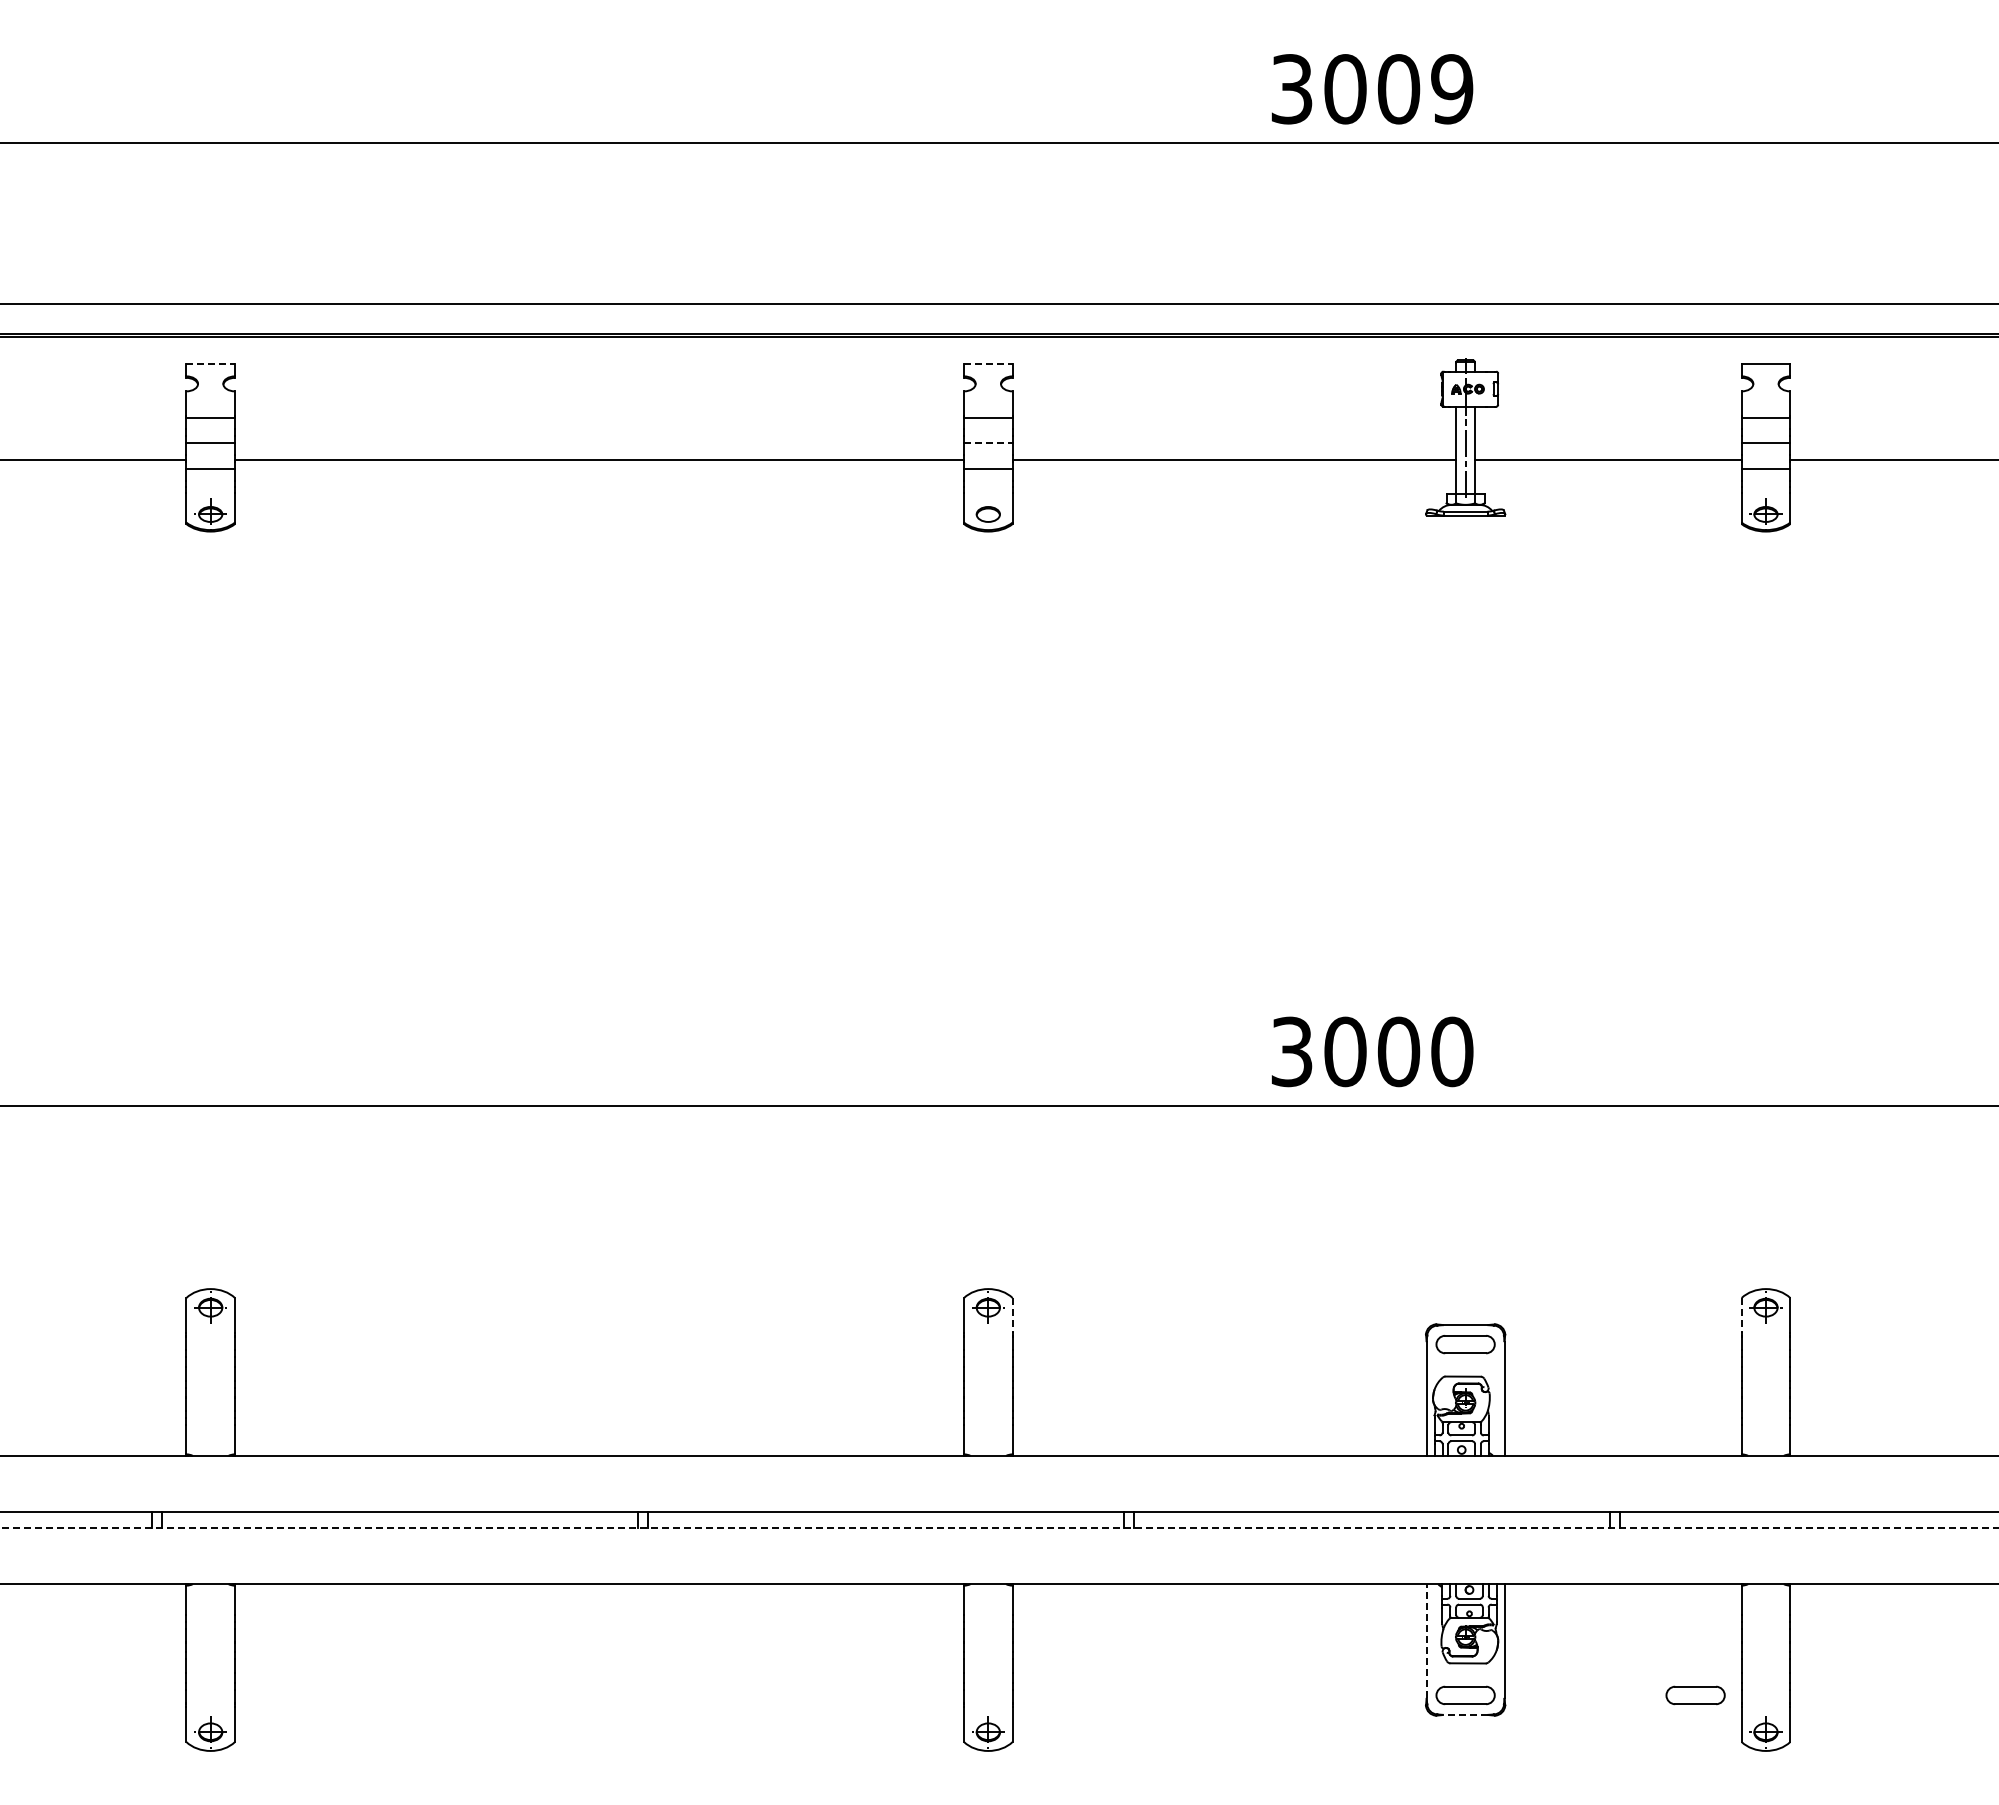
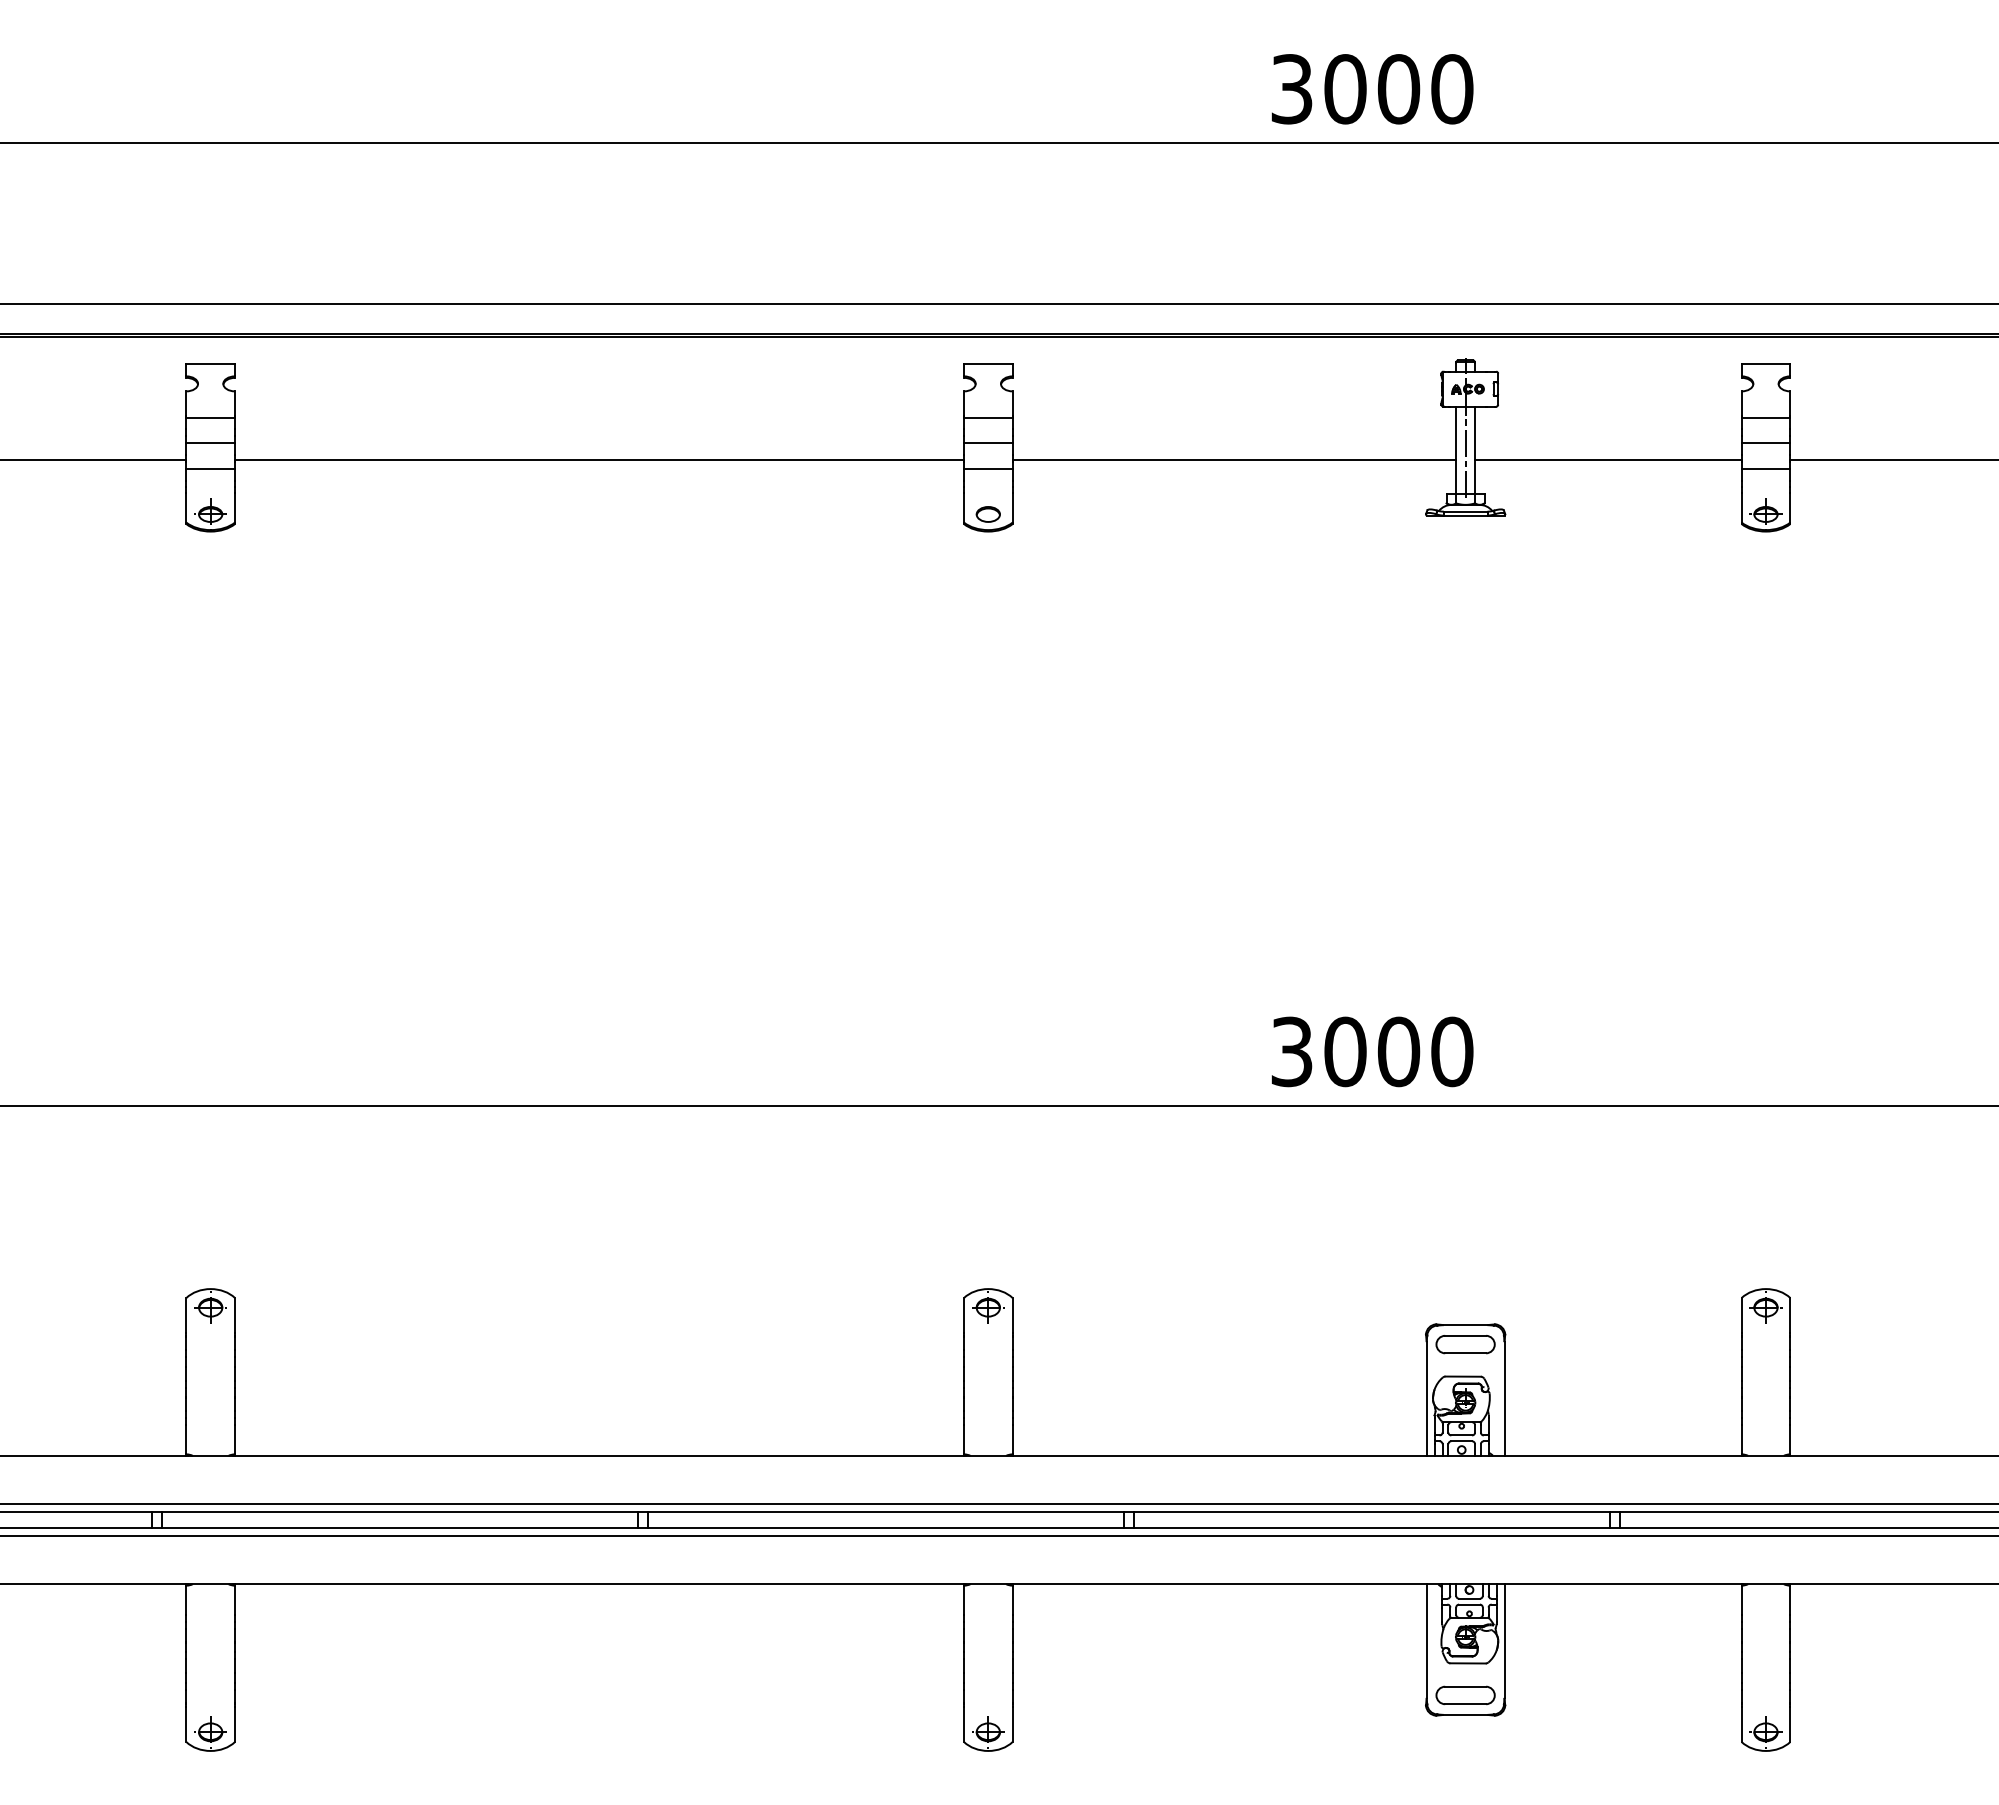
text at (1452, 89): 3009 -> 3000
line at (211, 363): dashed -> solid
line at (988, 363): dashed -> solid
line at (988, 443): dashed -> solid
line at (1012, 1316): dashed -> solid
line at (1741, 1316): dashed -> solid
line at (998, 1504): none -> present
line at (999, 1527): dashed -> solid
line at (998, 1535): none -> present
line at (1426, 1641): dashed -> solid
part at (1695, 1695): present -> none
line at (1465, 1714): dashed -> solid
